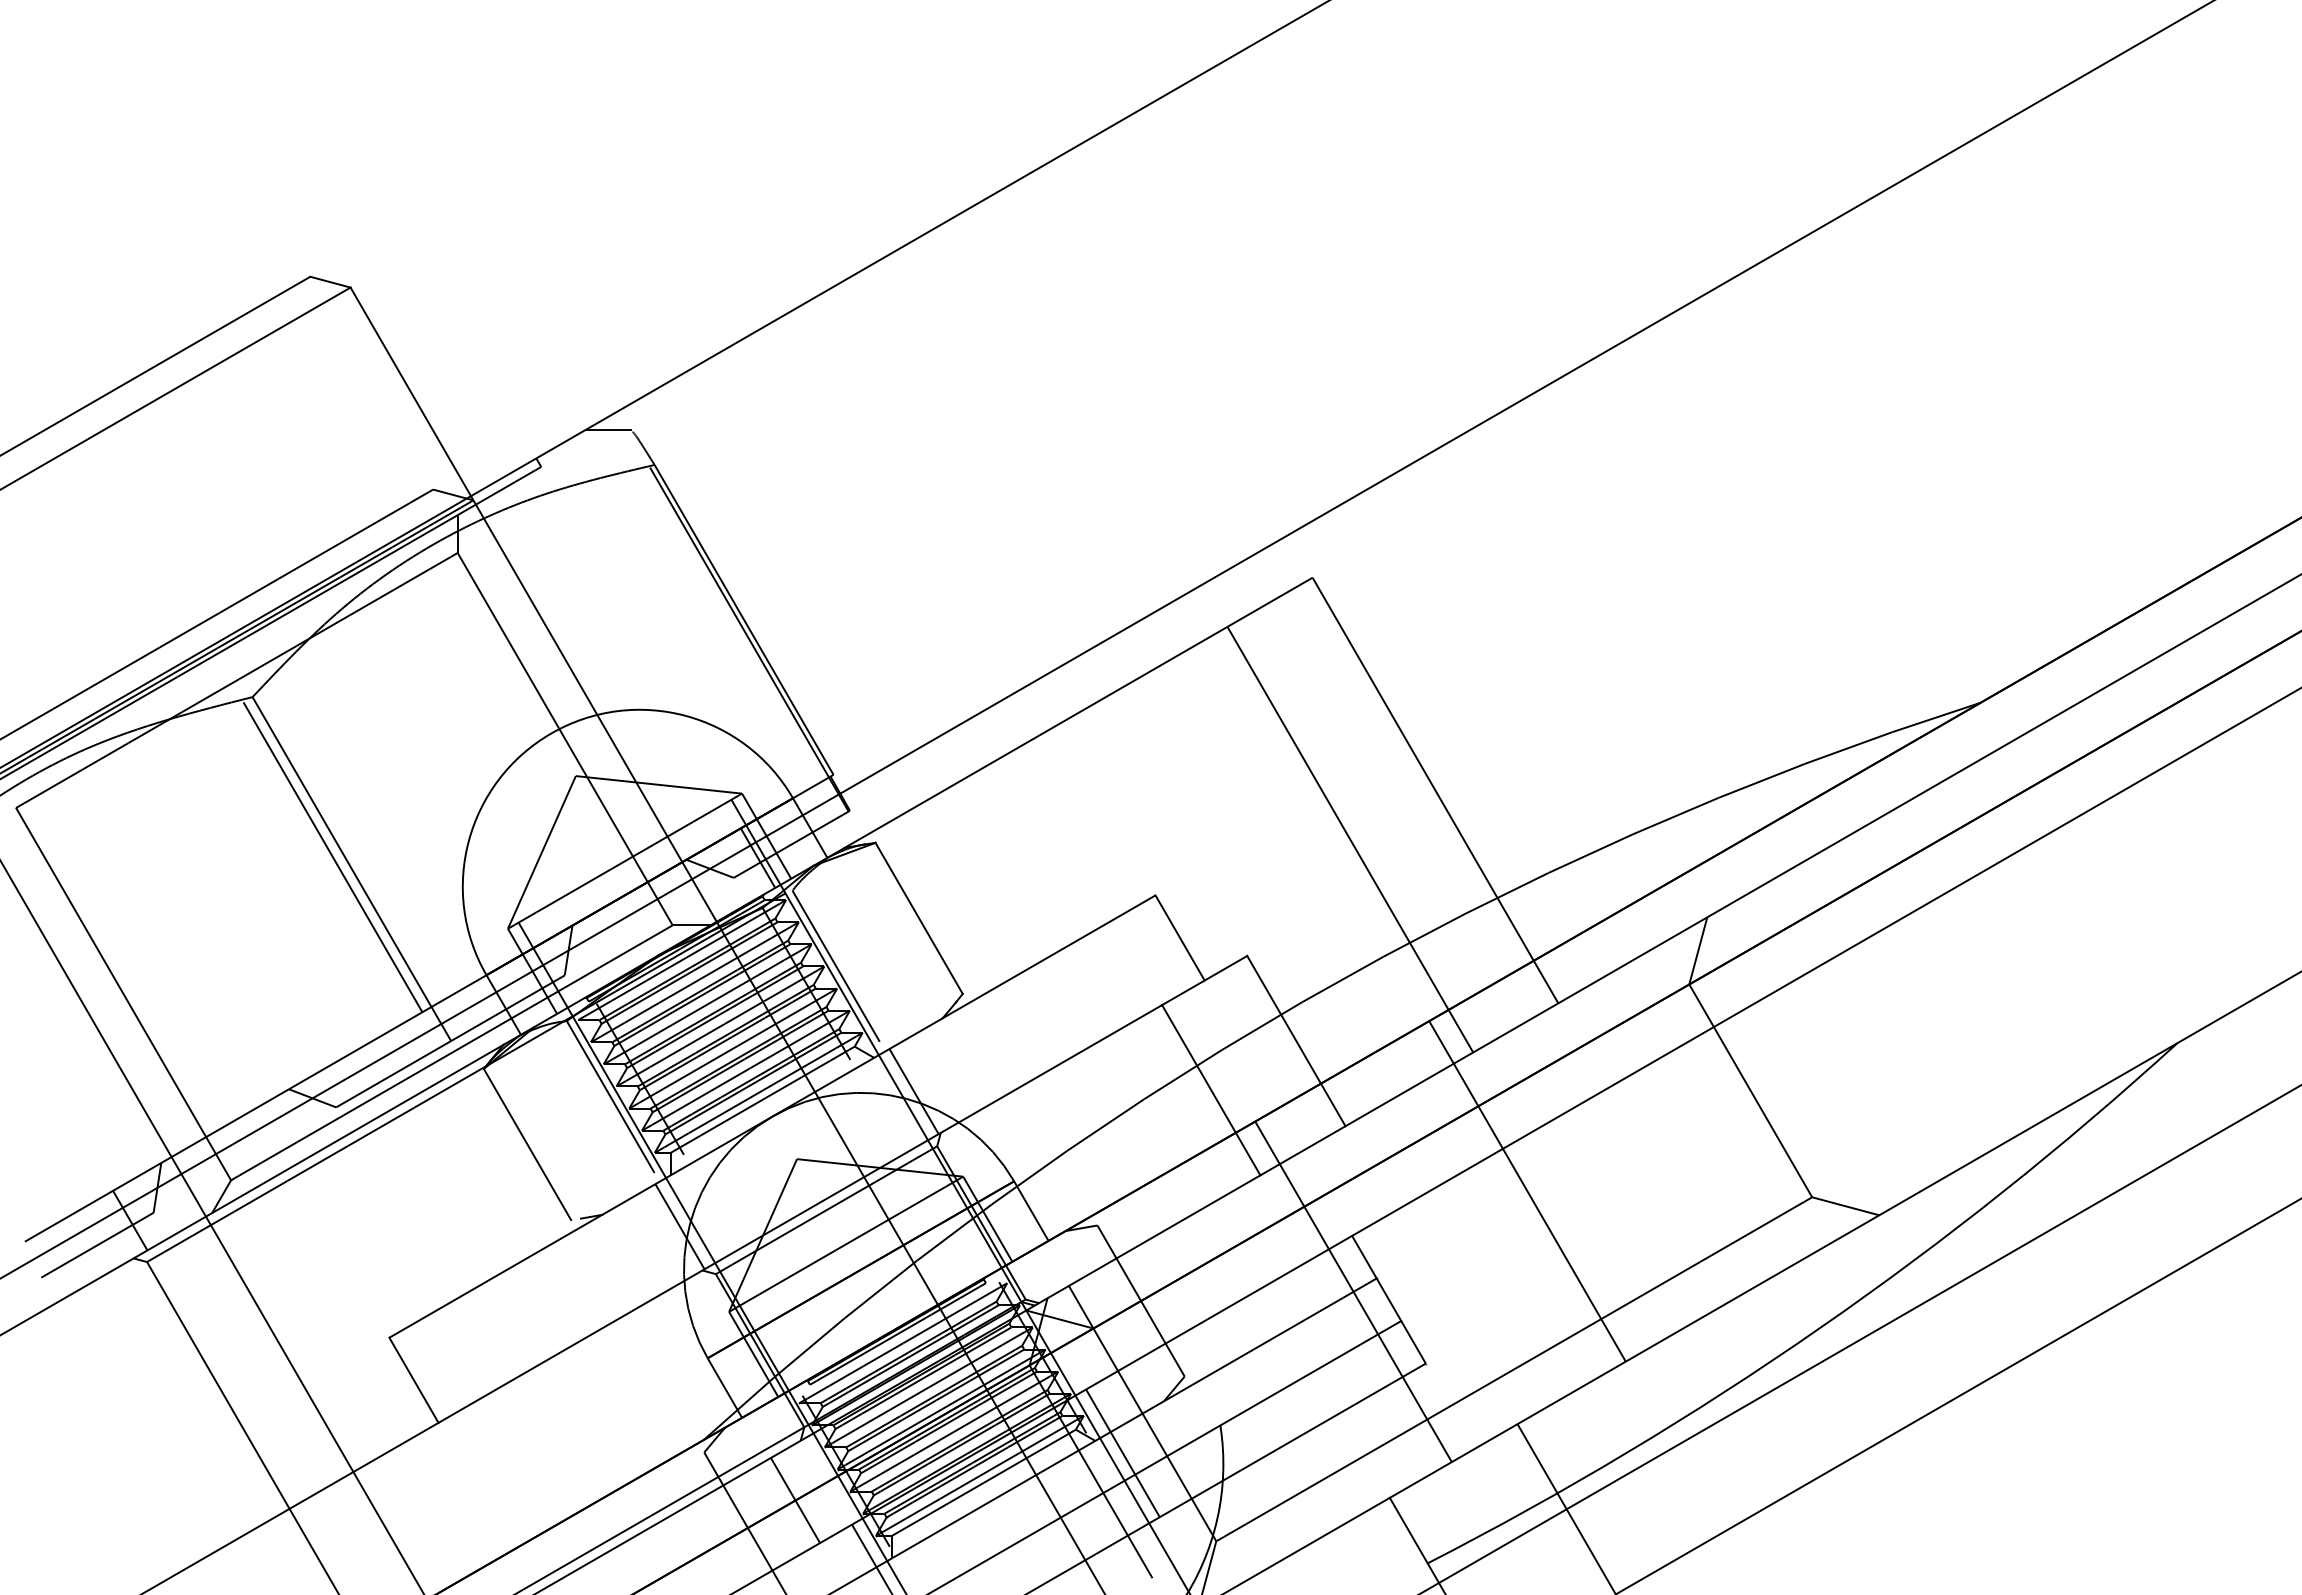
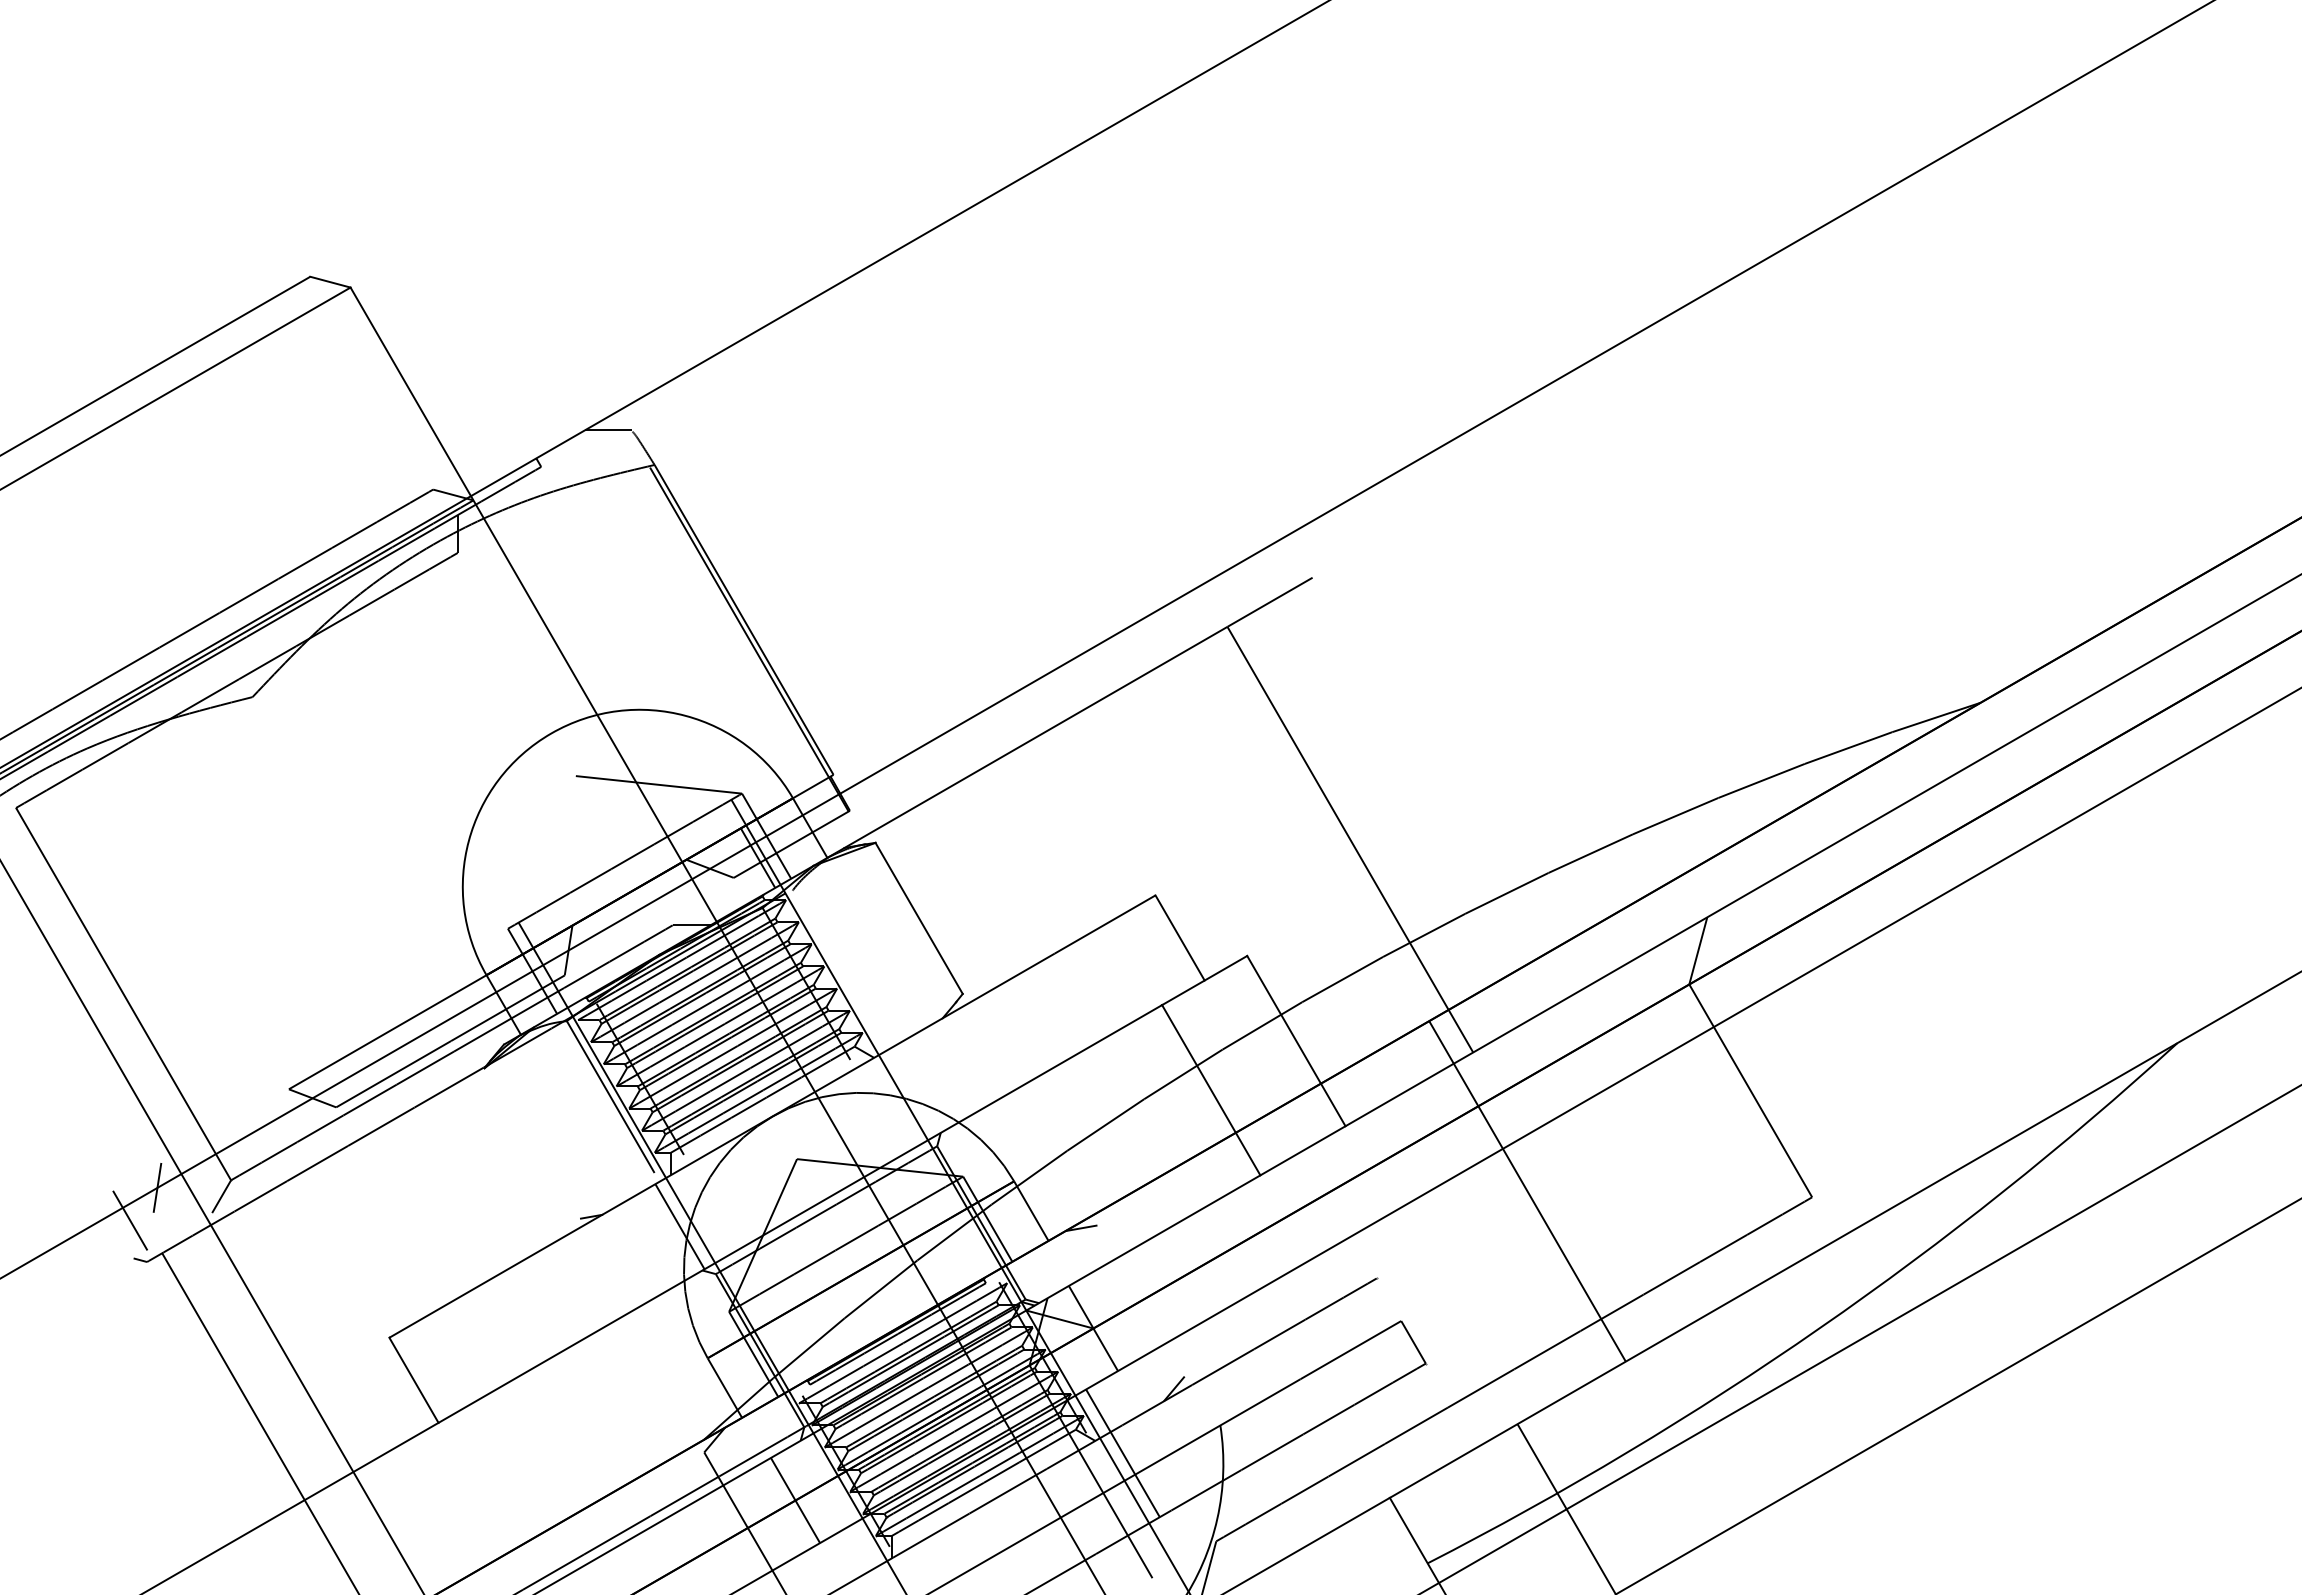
line at (564, 738): present -> none
line at (1435, 790): present -> none
line at (541, 852): present -> none
line at (332, 857): present -> none
line at (351, 869): present -> none
line at (835, 965): present -> none
line at (913, 1091): present -> none
line at (527, 1144): present -> none
line at (156, 1165): present -> none
line at (252, 1189): present -> none
line at (1845, 1206): present -> none
line at (97, 1244): present -> none
line at (1376, 1278): present -> none
line at (1353, 1291): present -> none
line at (1140, 1300): present -> none
line at (242, 1426) position: (242, 1426) -> (259, 1422)
line at (1167, 1456): present -> none
line at (871, 1557): present -> none
